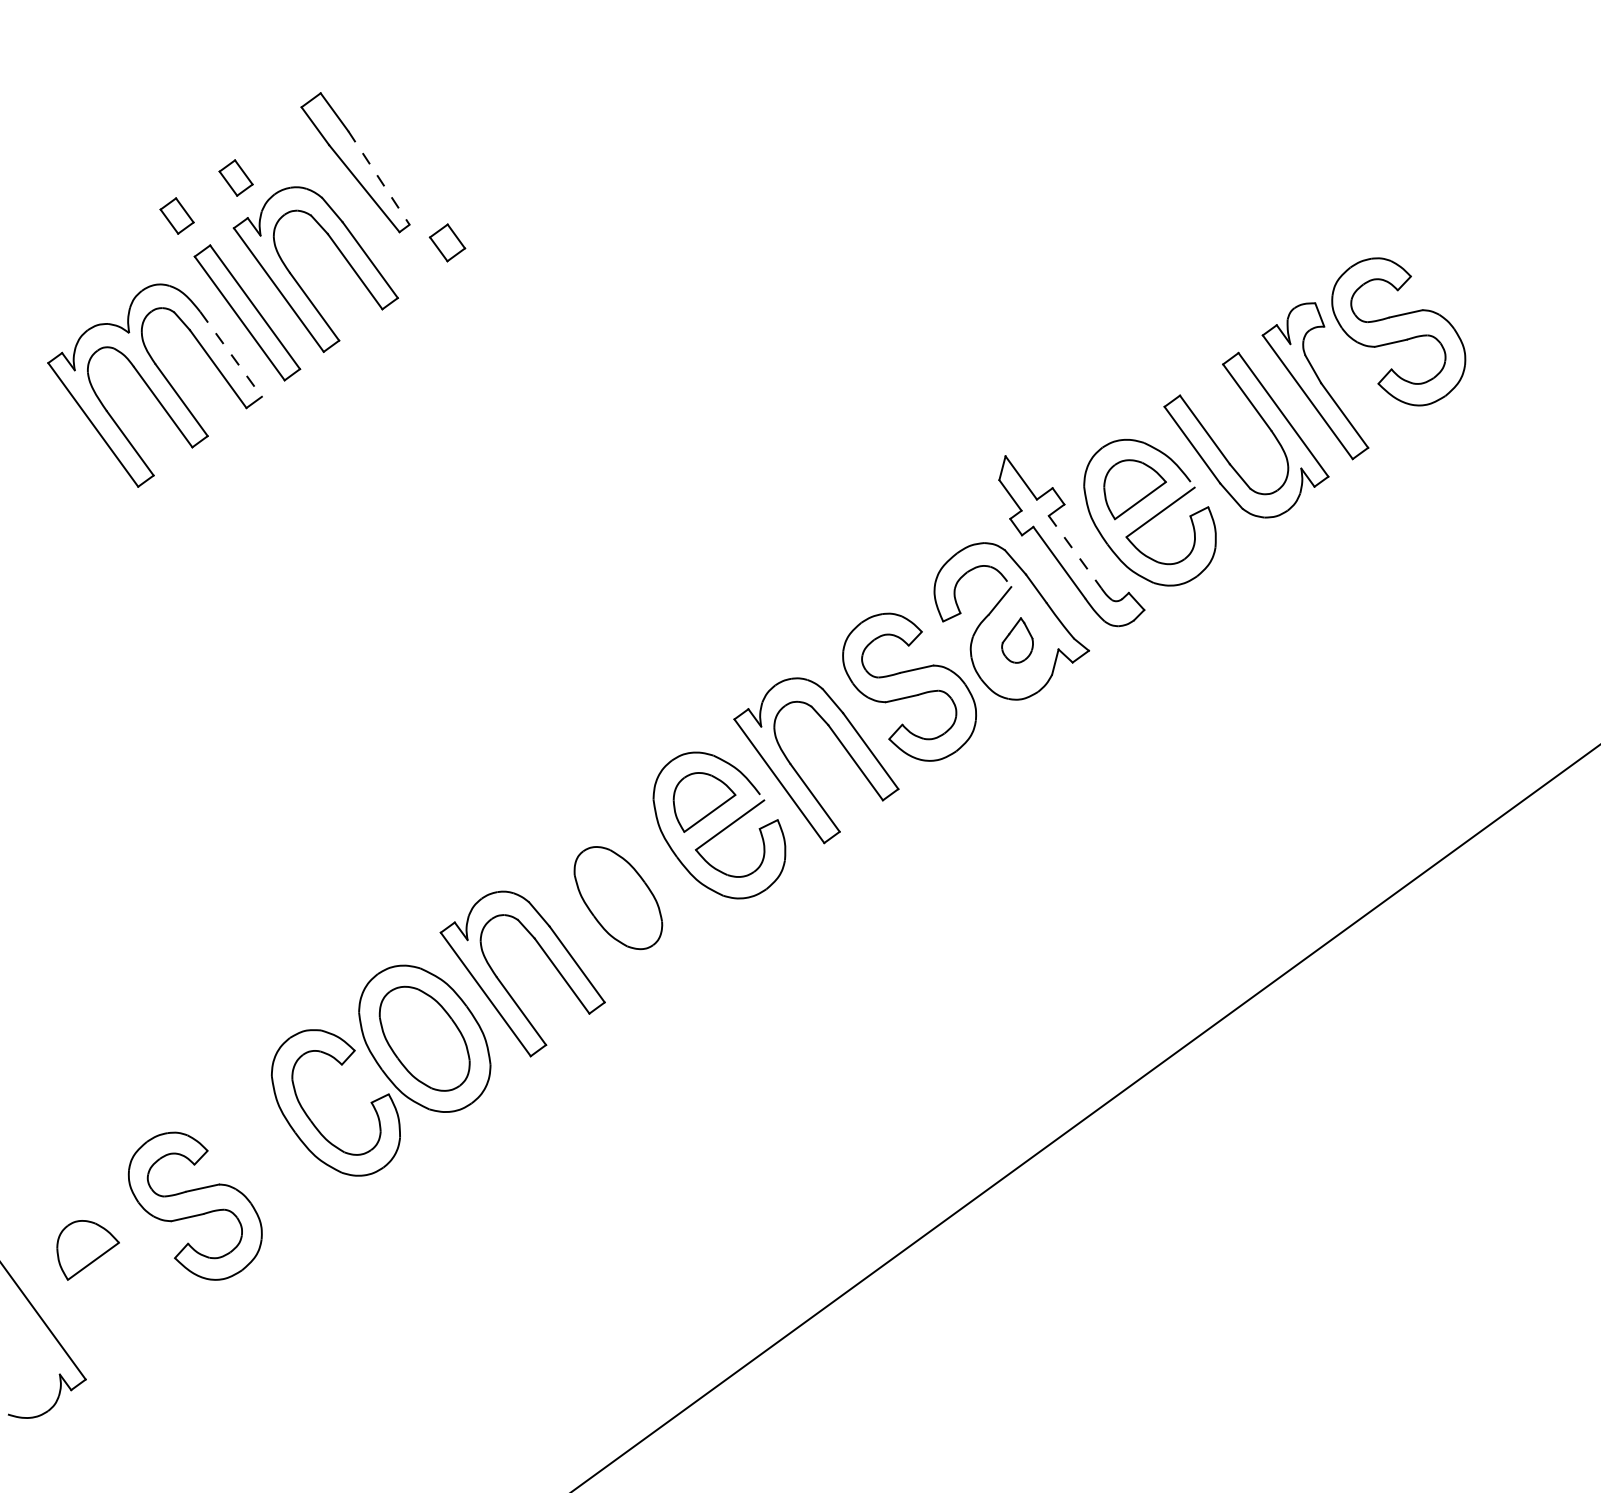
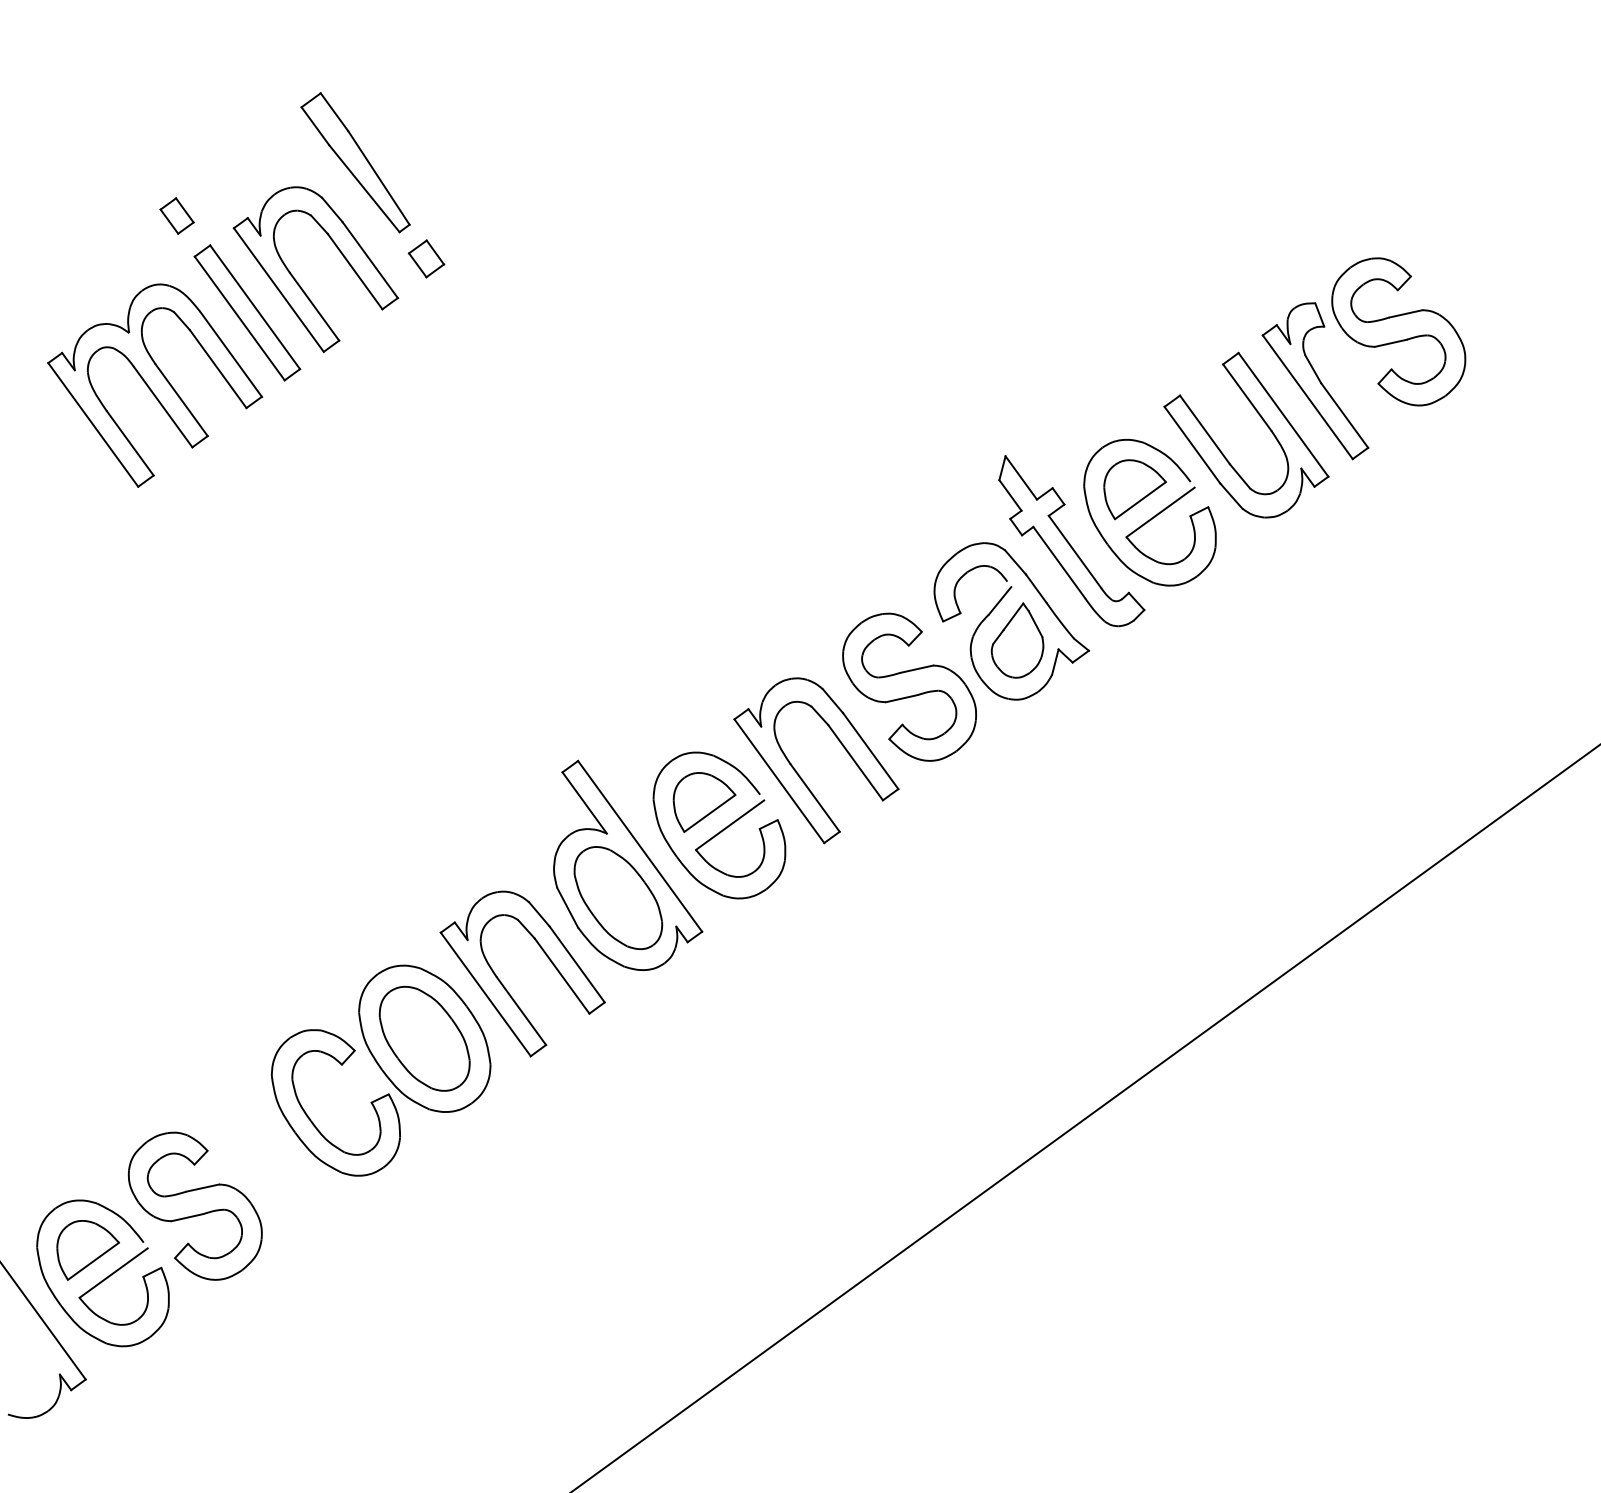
part at (235, 177): present -> none
line at (378, 177): dashed -> solid
part at (447, 242) position: (447, 242) -> (426, 258)
line at (231, 354): dashed -> solid
line at (1075, 552): dashed -> solid
part at (1017, 640) size: 33x47 px -> 55x77 px
part at (628, 864): none -> present
part at (102, 1273): none -> present
